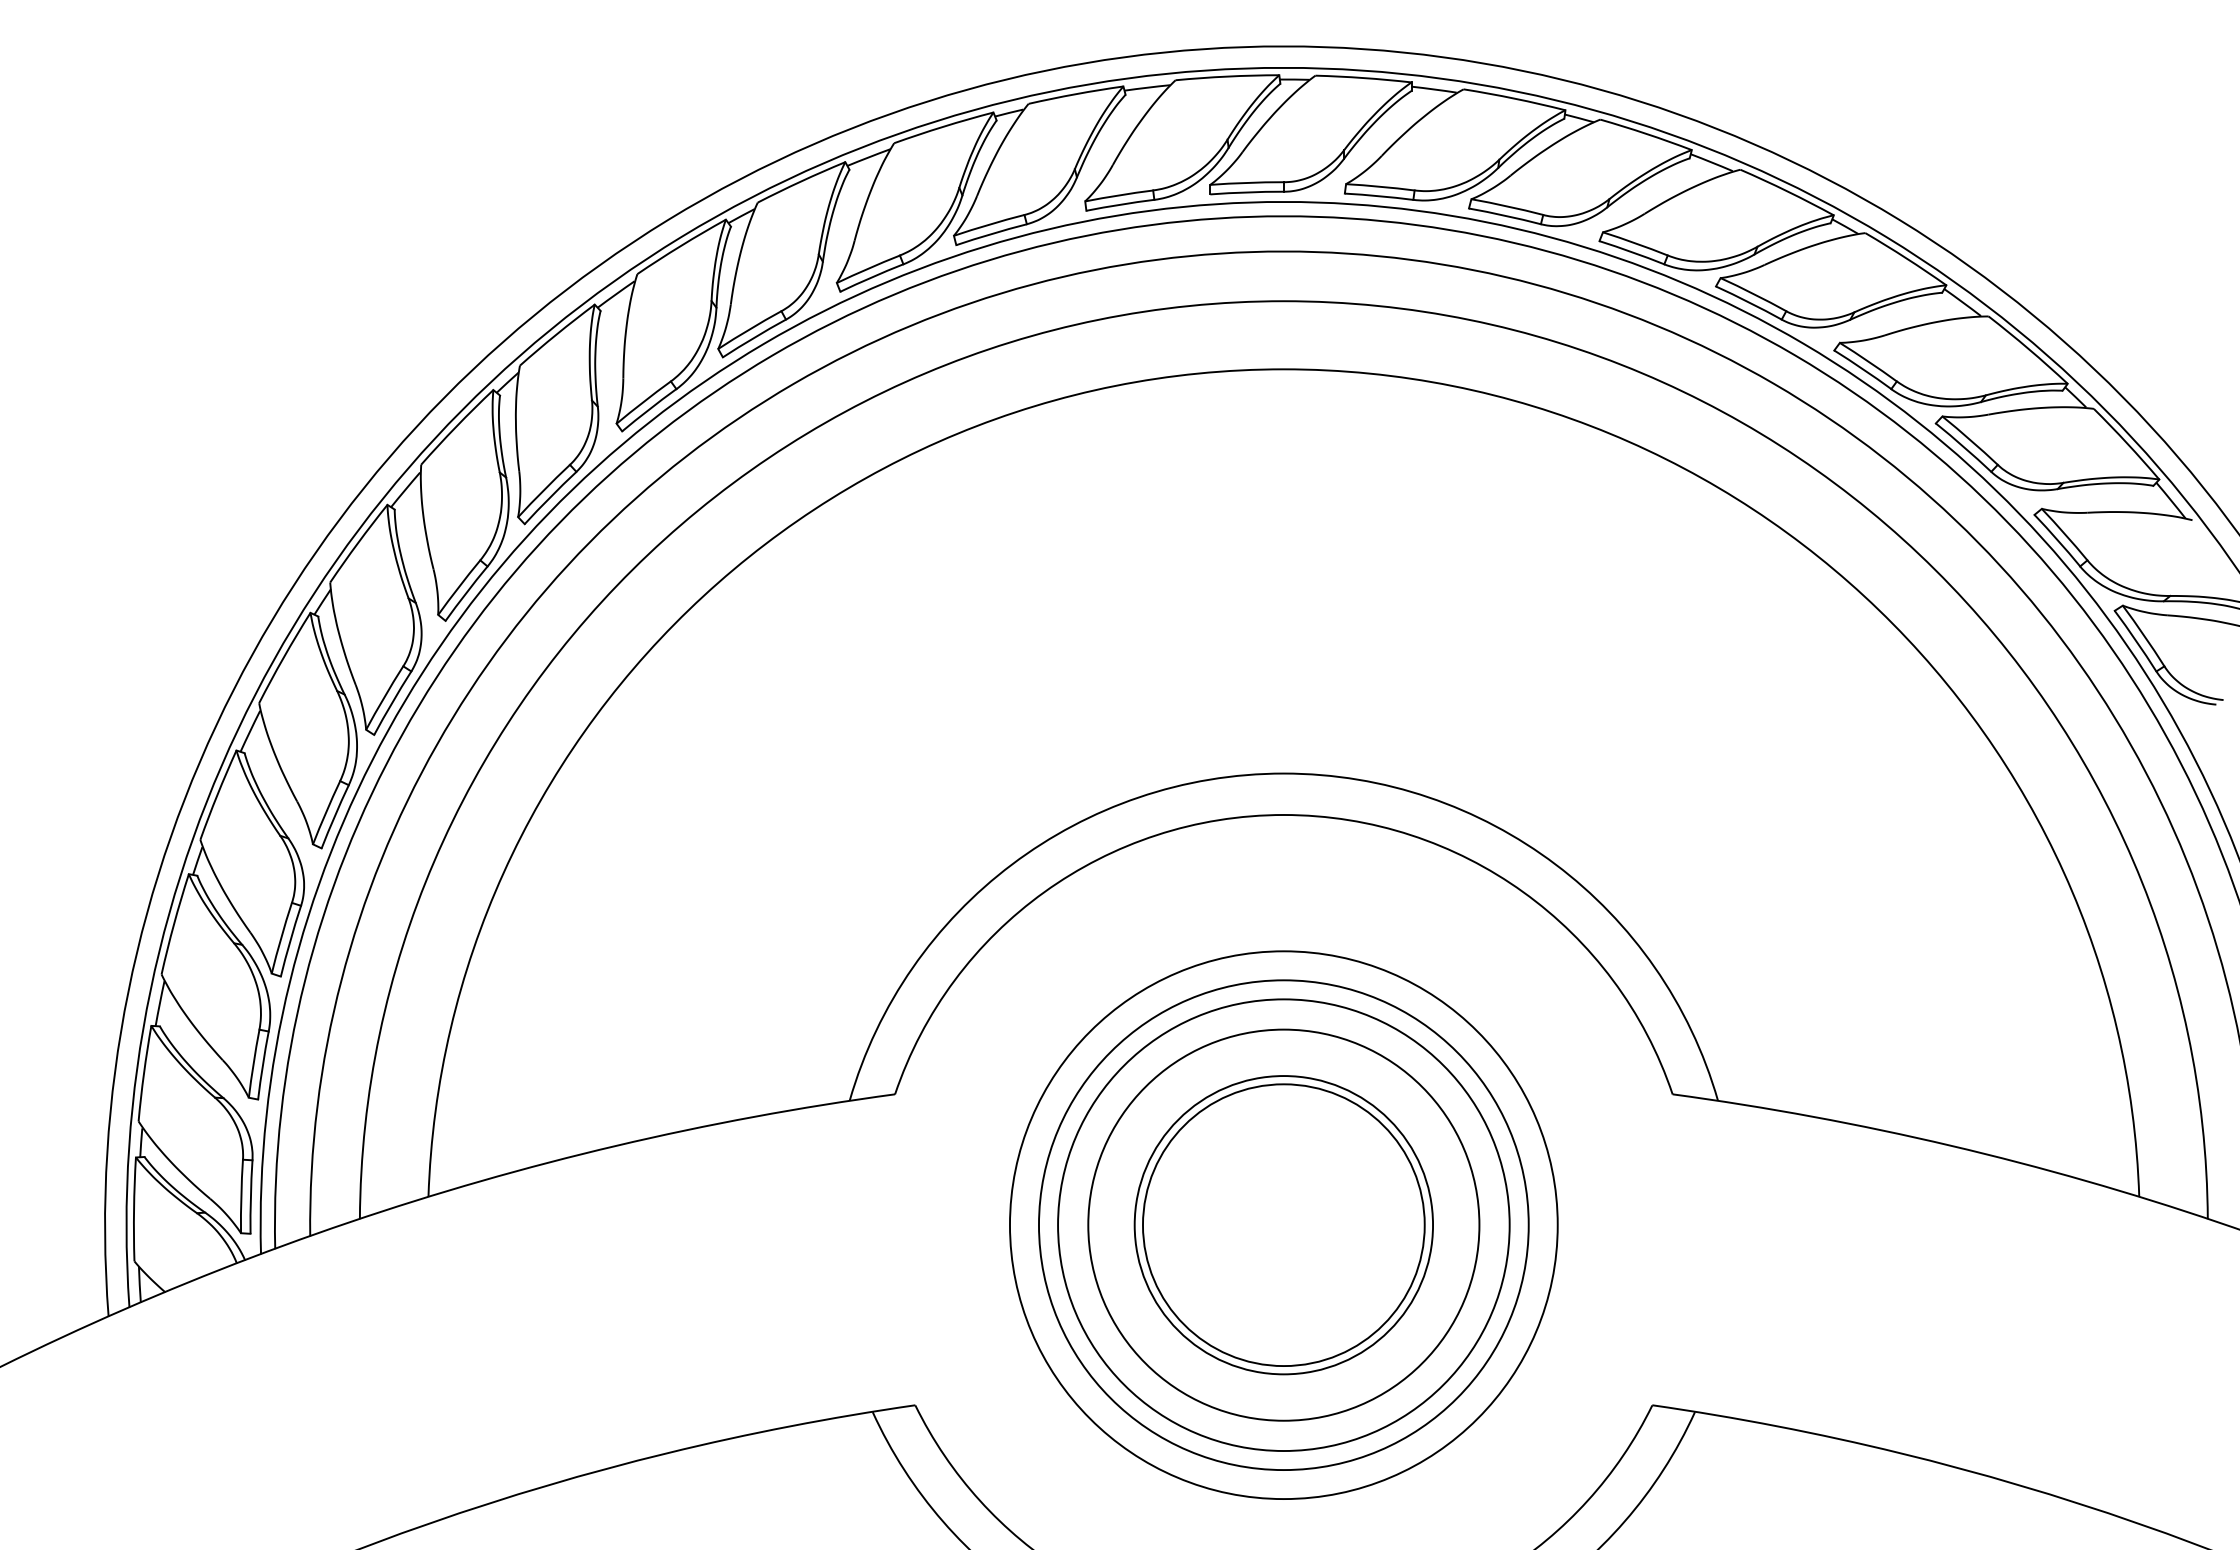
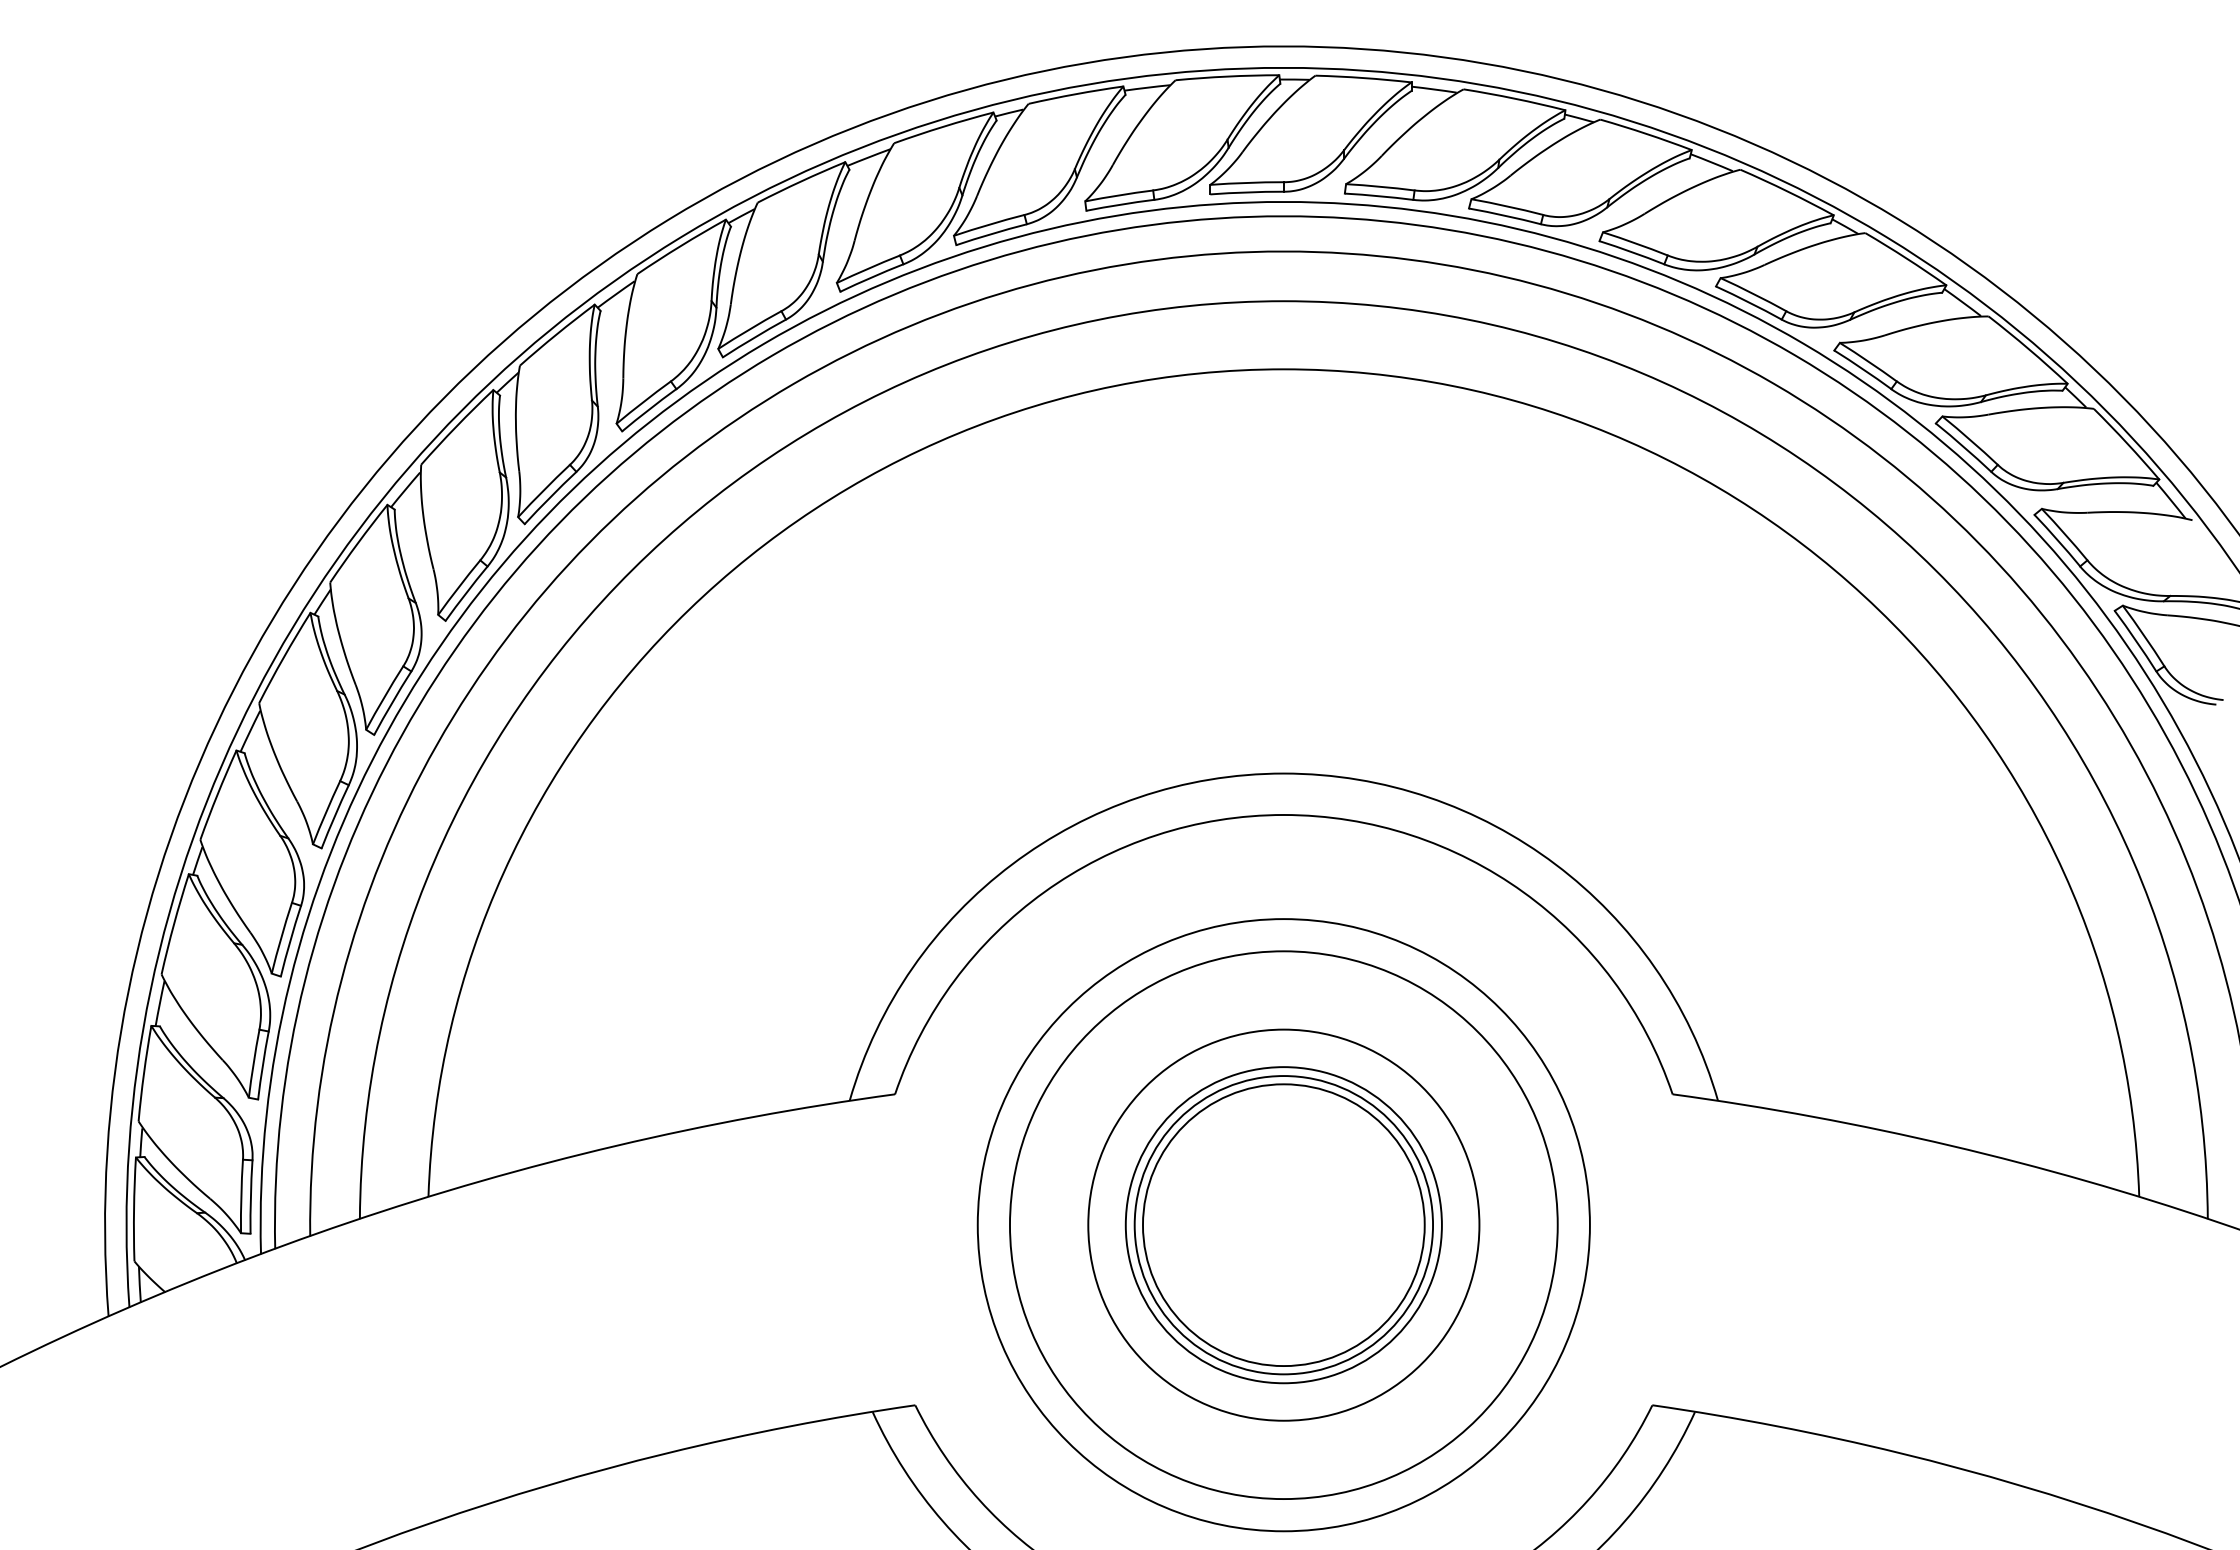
circle at (1283, 1225) diameter: 452 px -> 316 px
circle at (1283, 1225) diameter: 490 px -> 612 px
